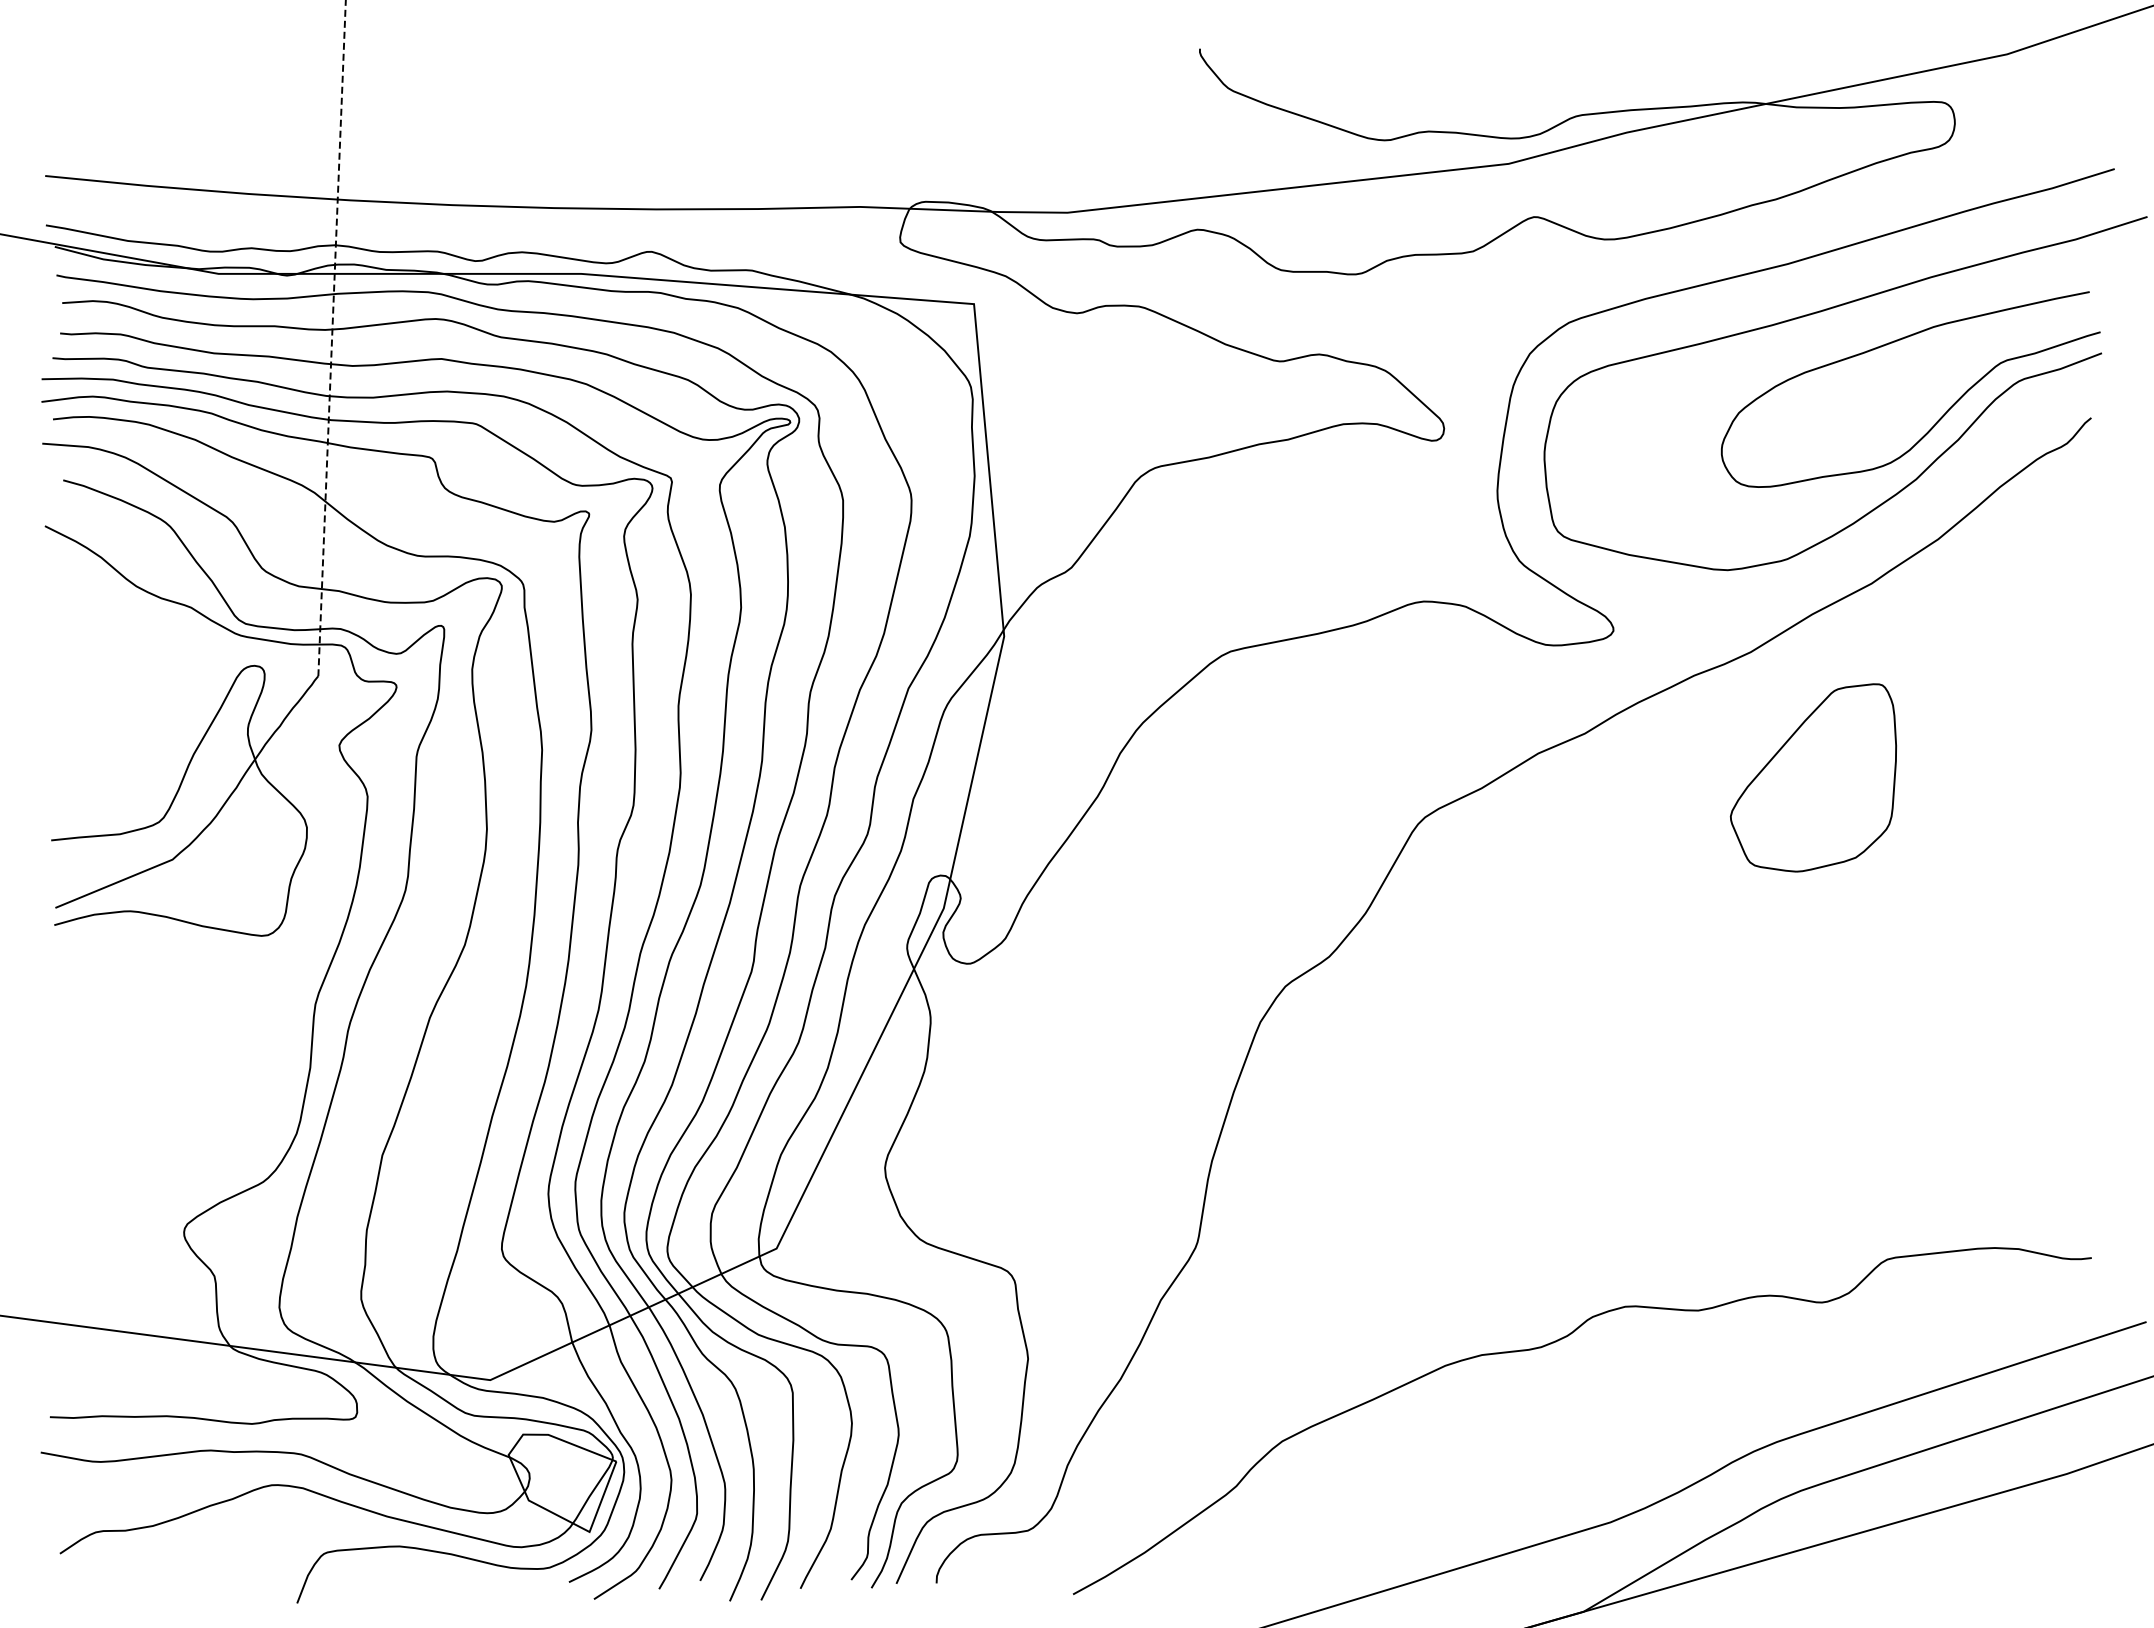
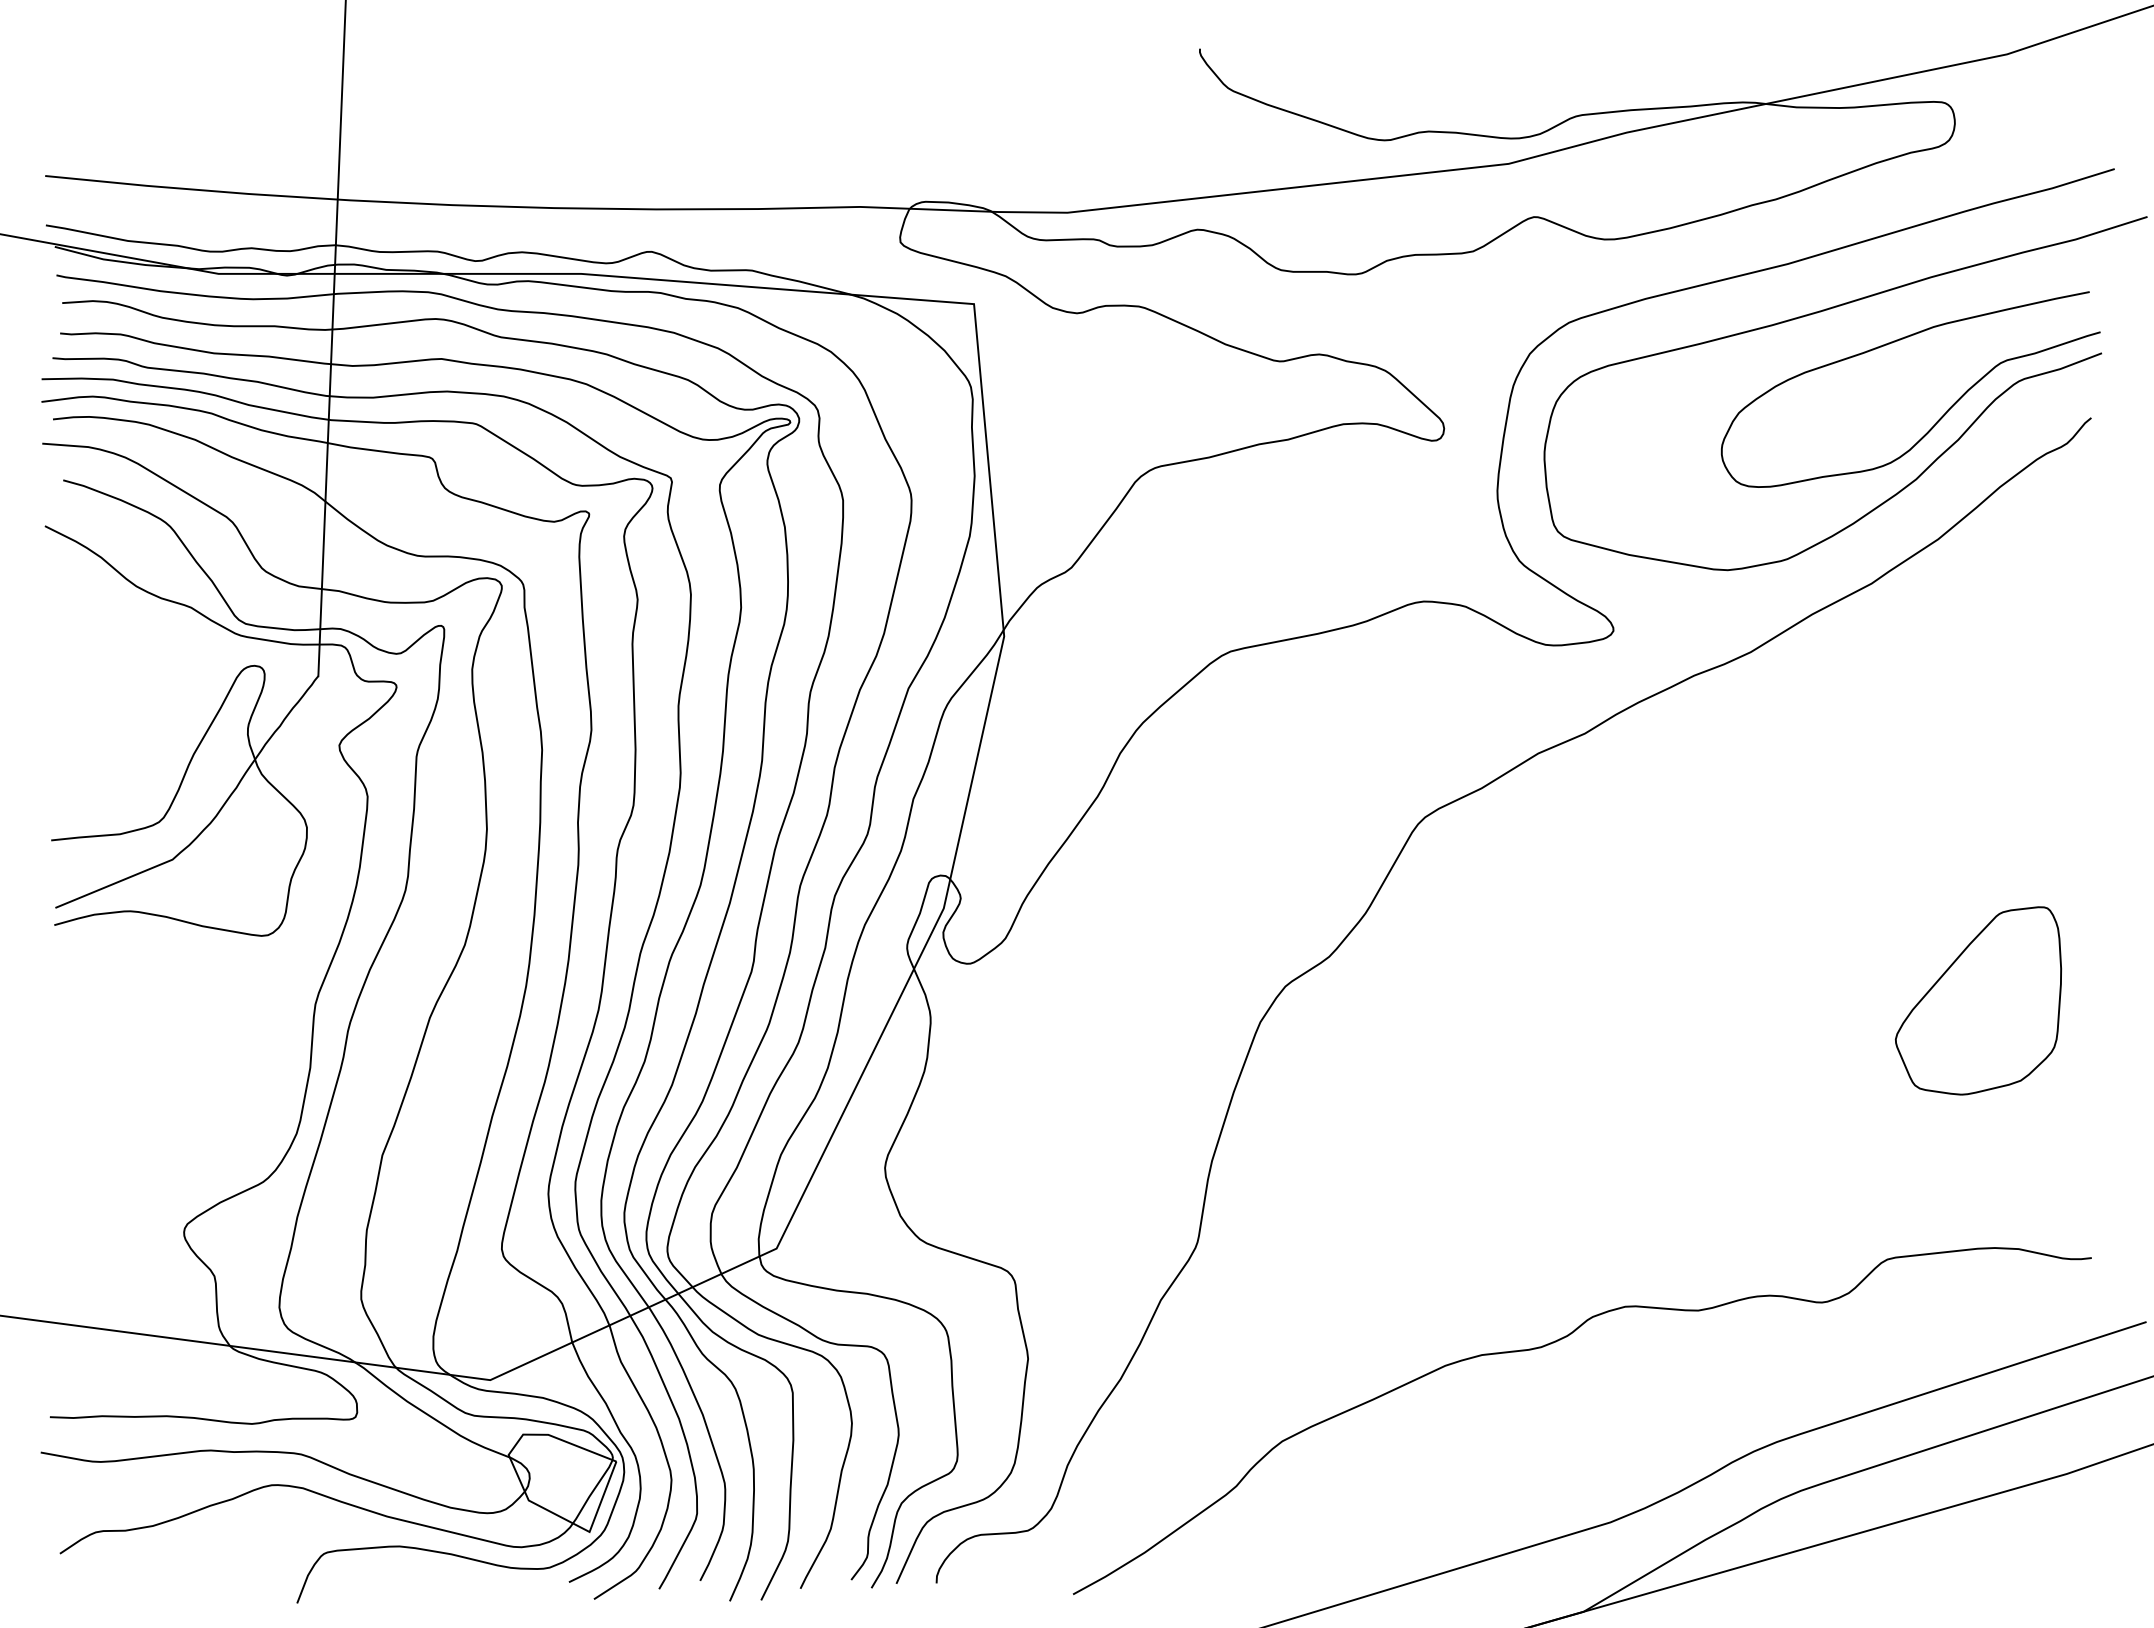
line at (332, 338): dashed -> solid
part at (1813, 777) position: (1813, 777) -> (1978, 1000)
